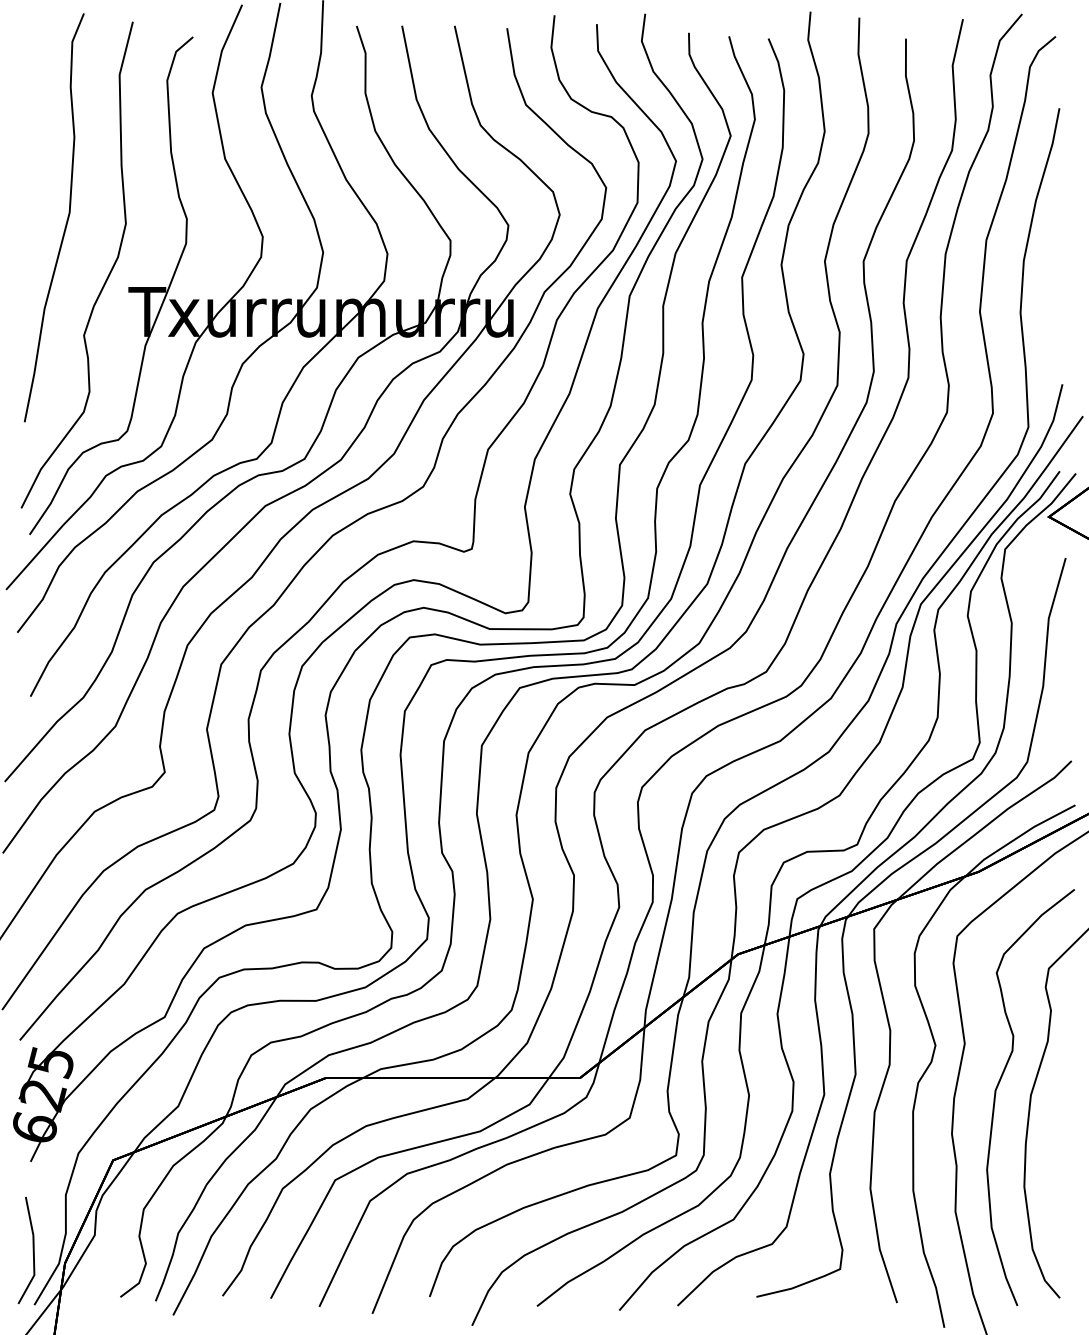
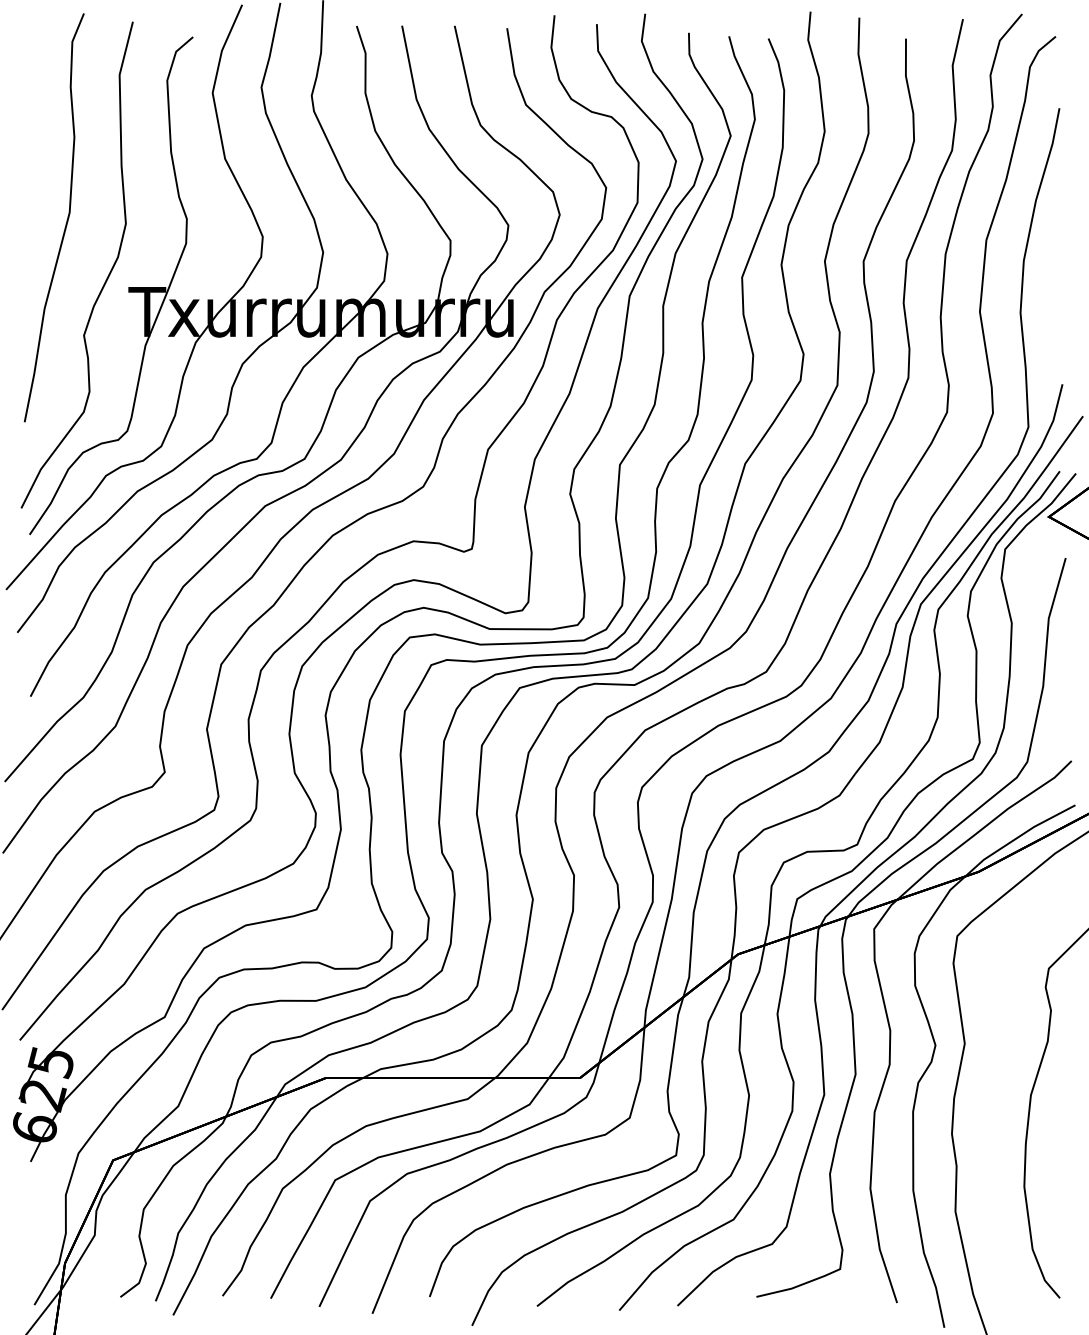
curve at (999, 1084): present -> none
line at (32, 1249): present -> none
